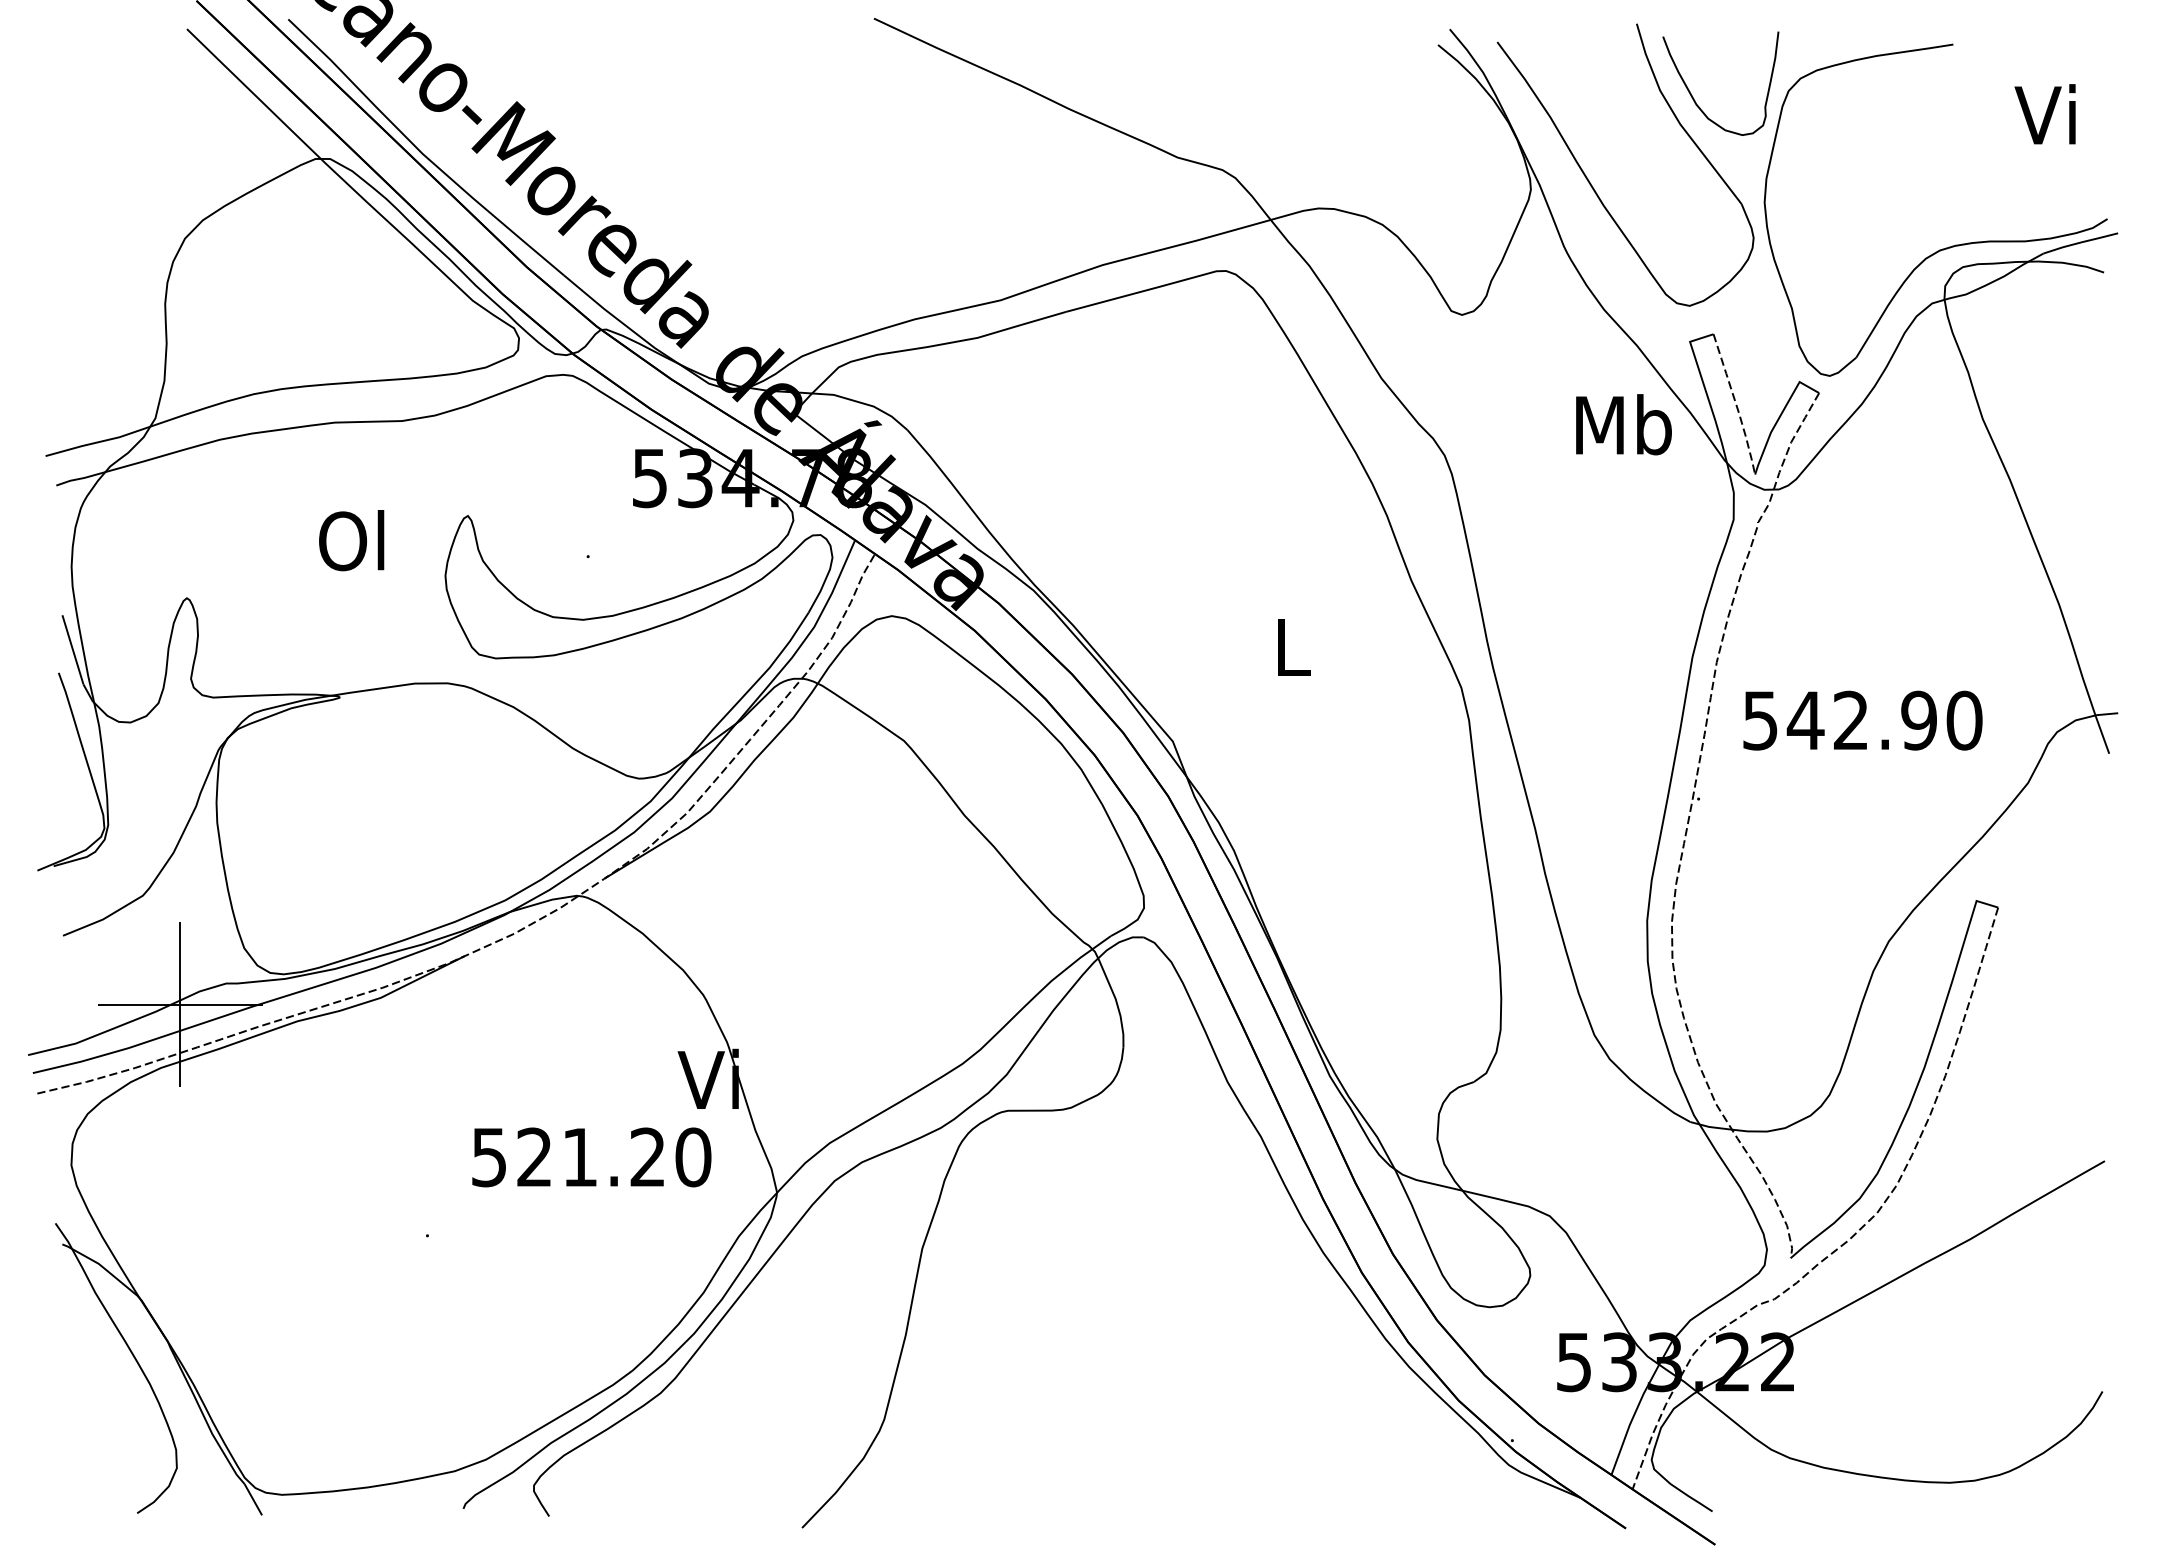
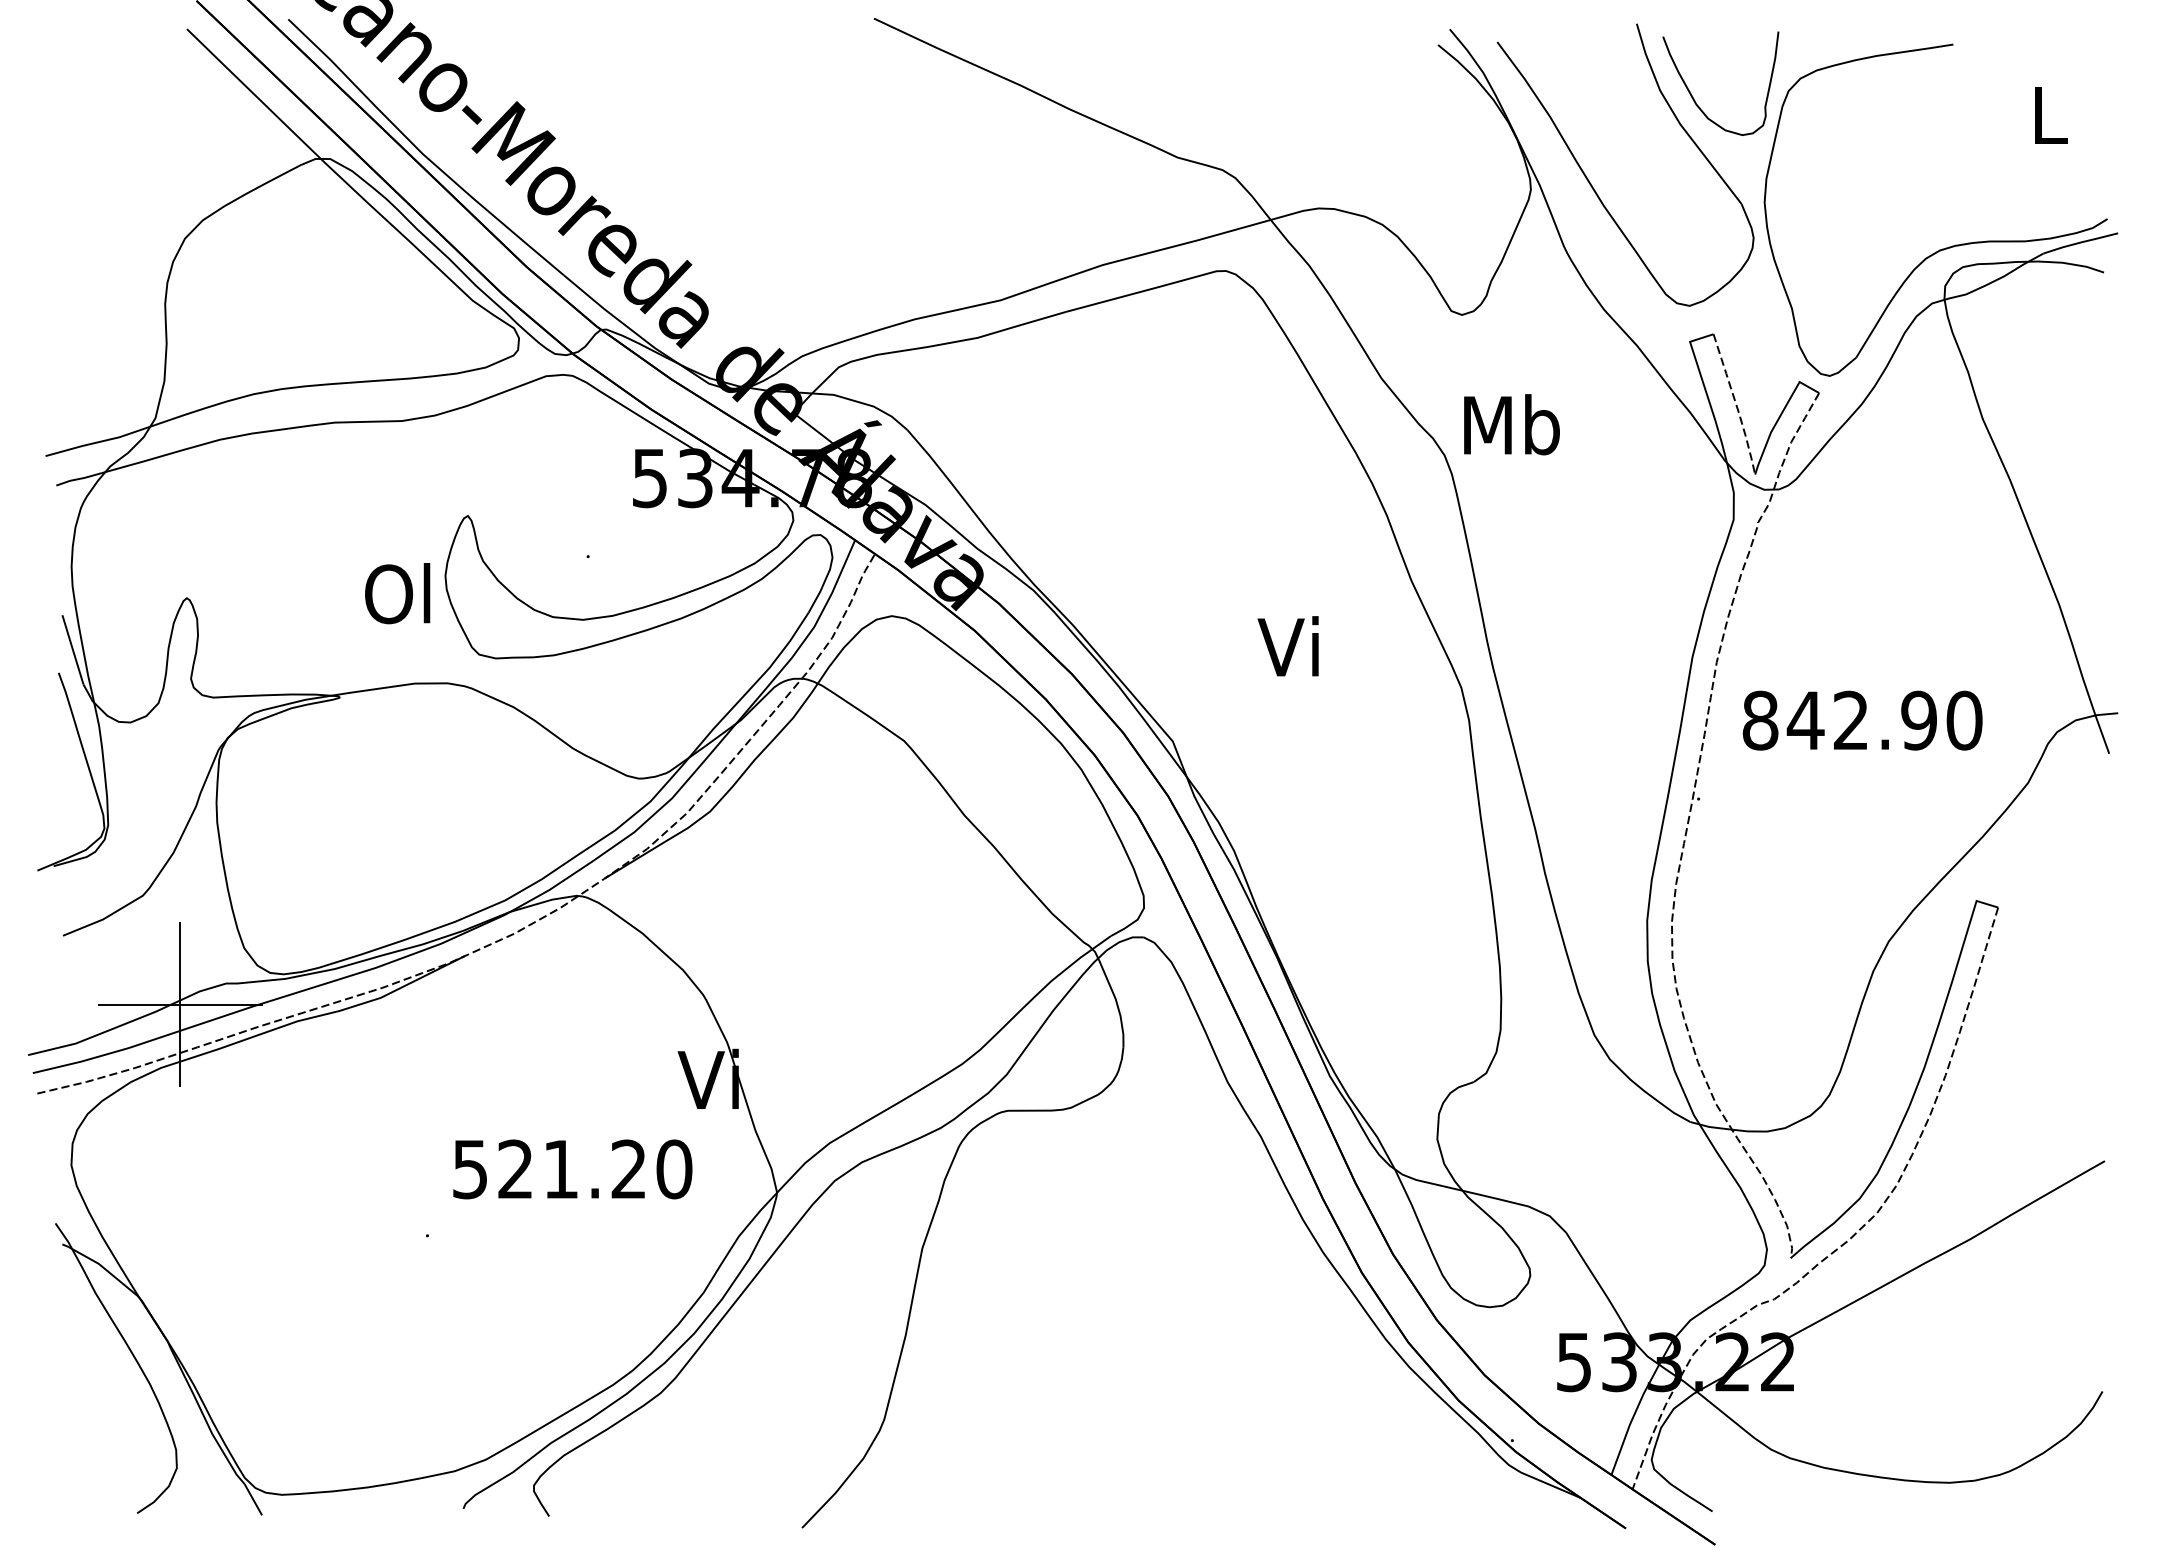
text at (2044, 114): Vi -> L
text at (1623, 424) position: (1623, 424) -> (1511, 424)
text at (351, 540) position: (351, 540) -> (397, 593)
text at (1287, 646): L -> Vi
text at (1760, 720): 542.90 -> 842.90
text at (591, 1157) position: (591, 1157) -> (572, 1169)
